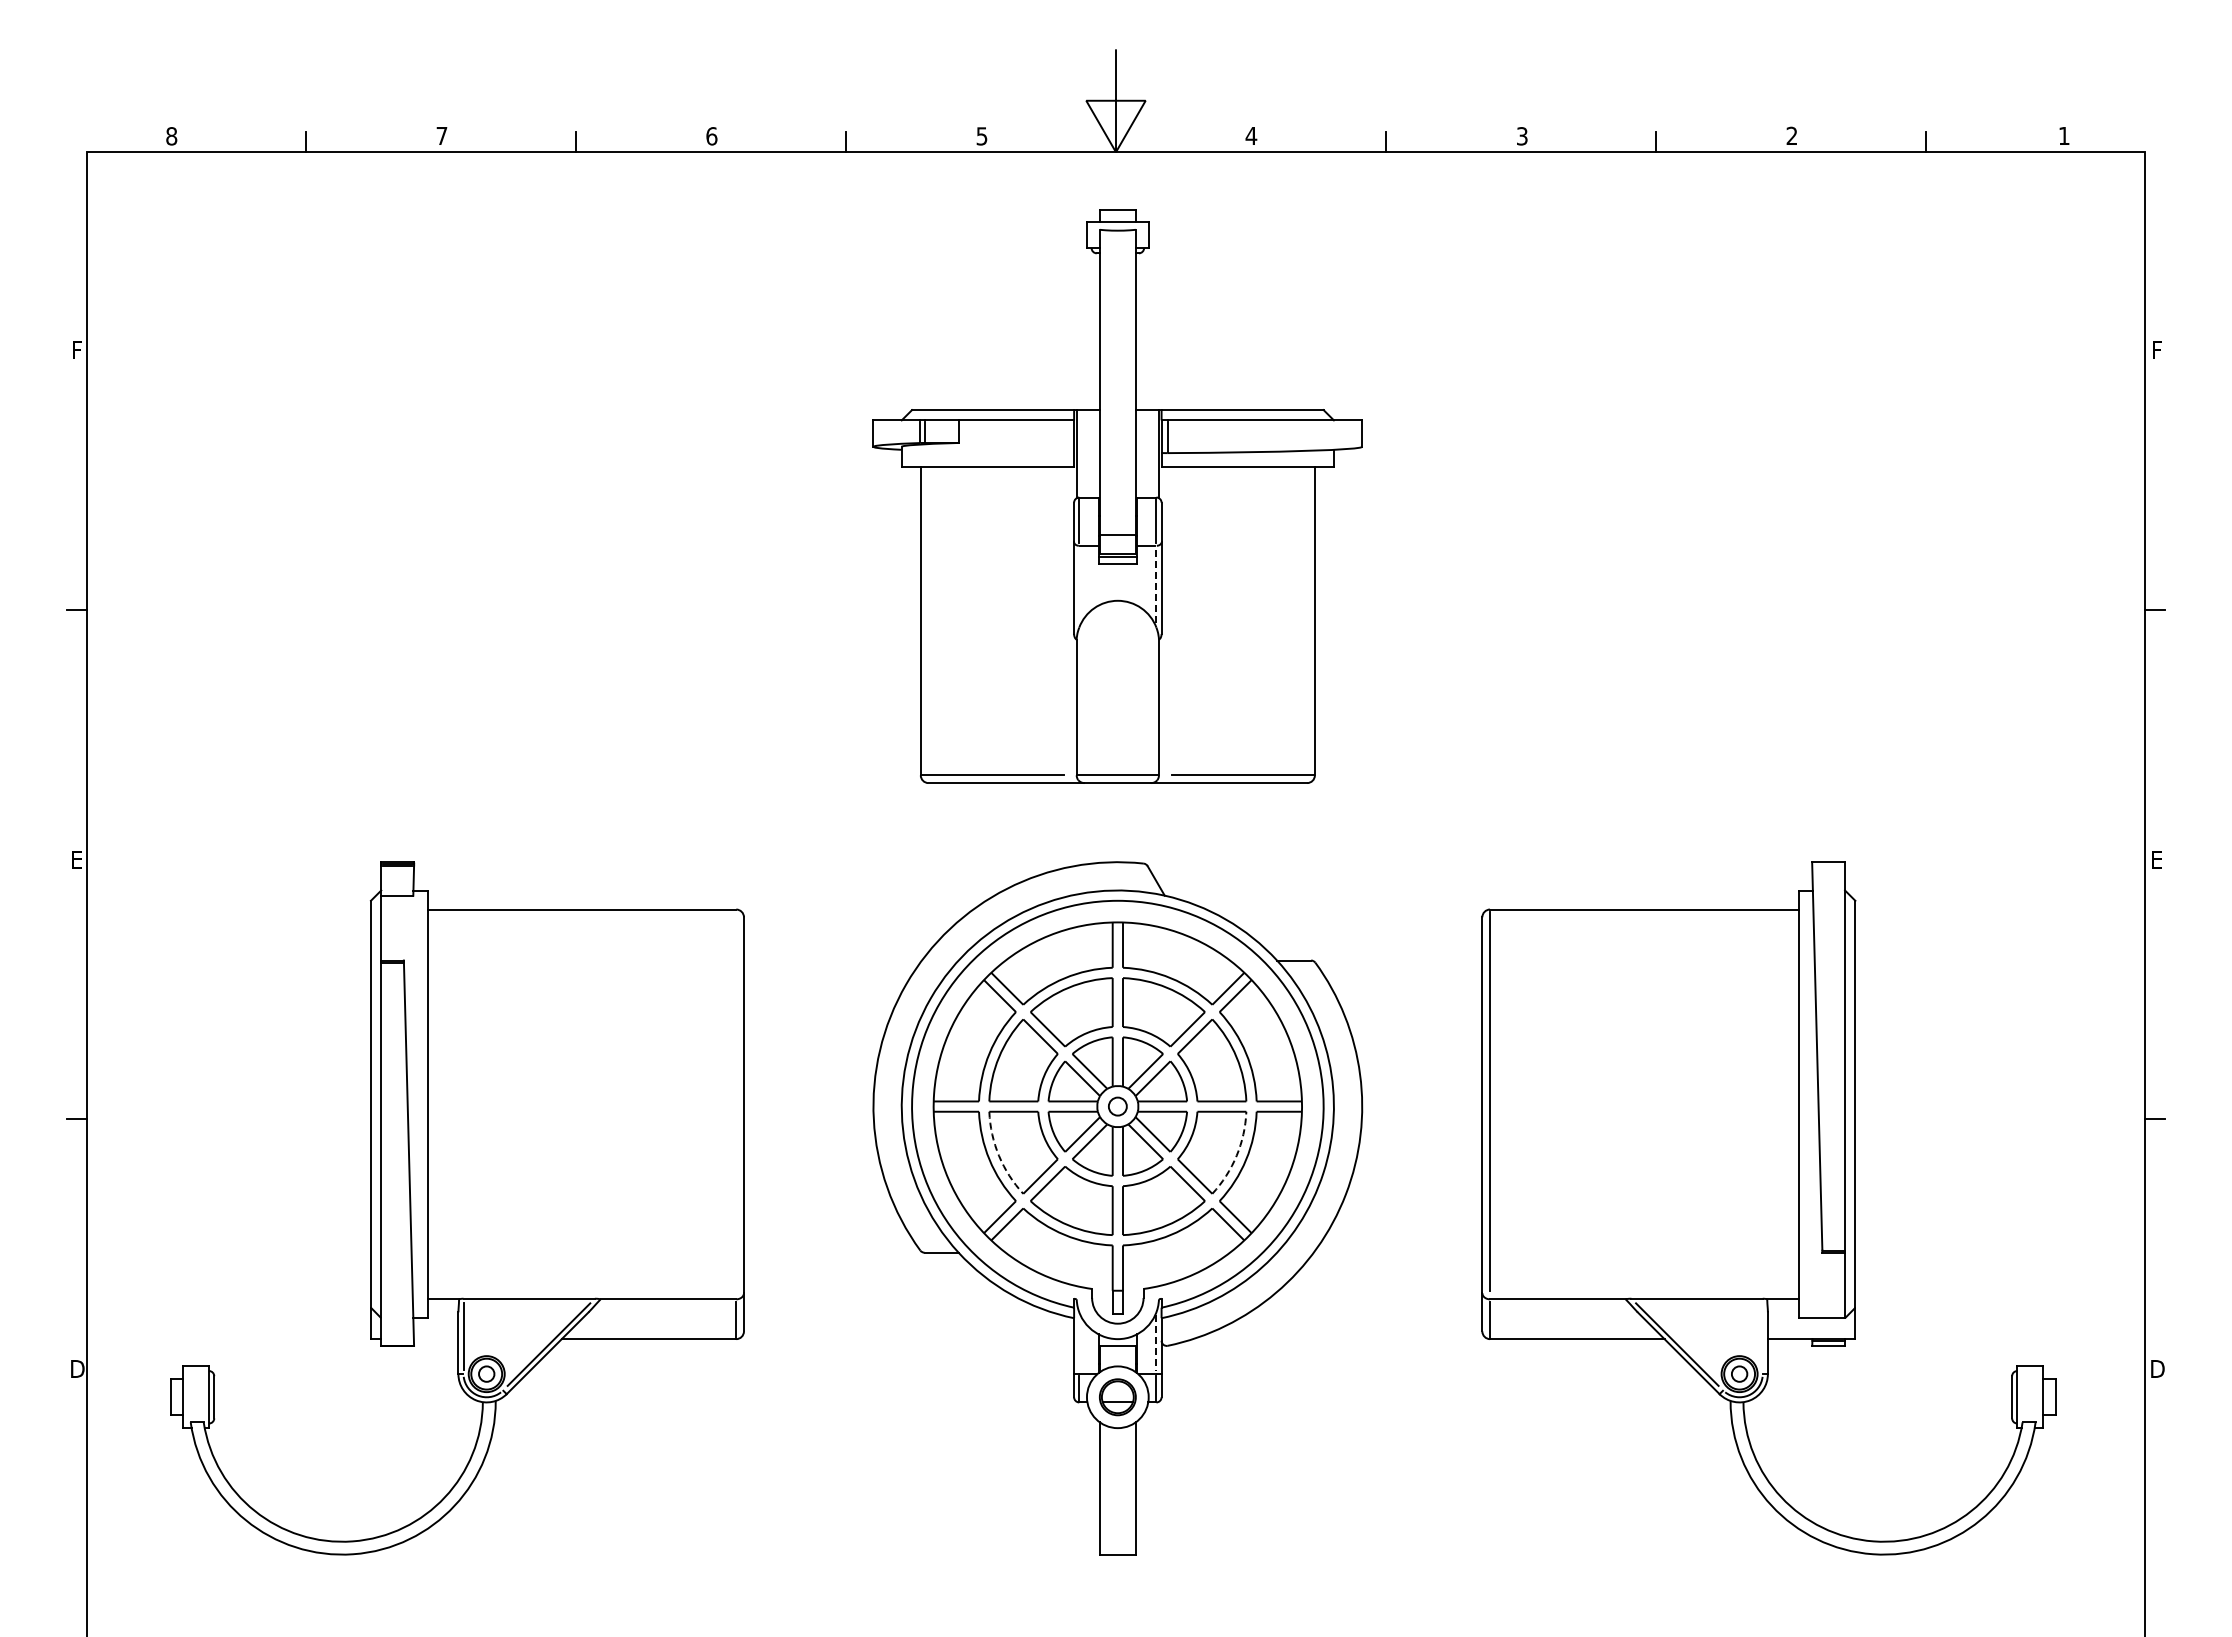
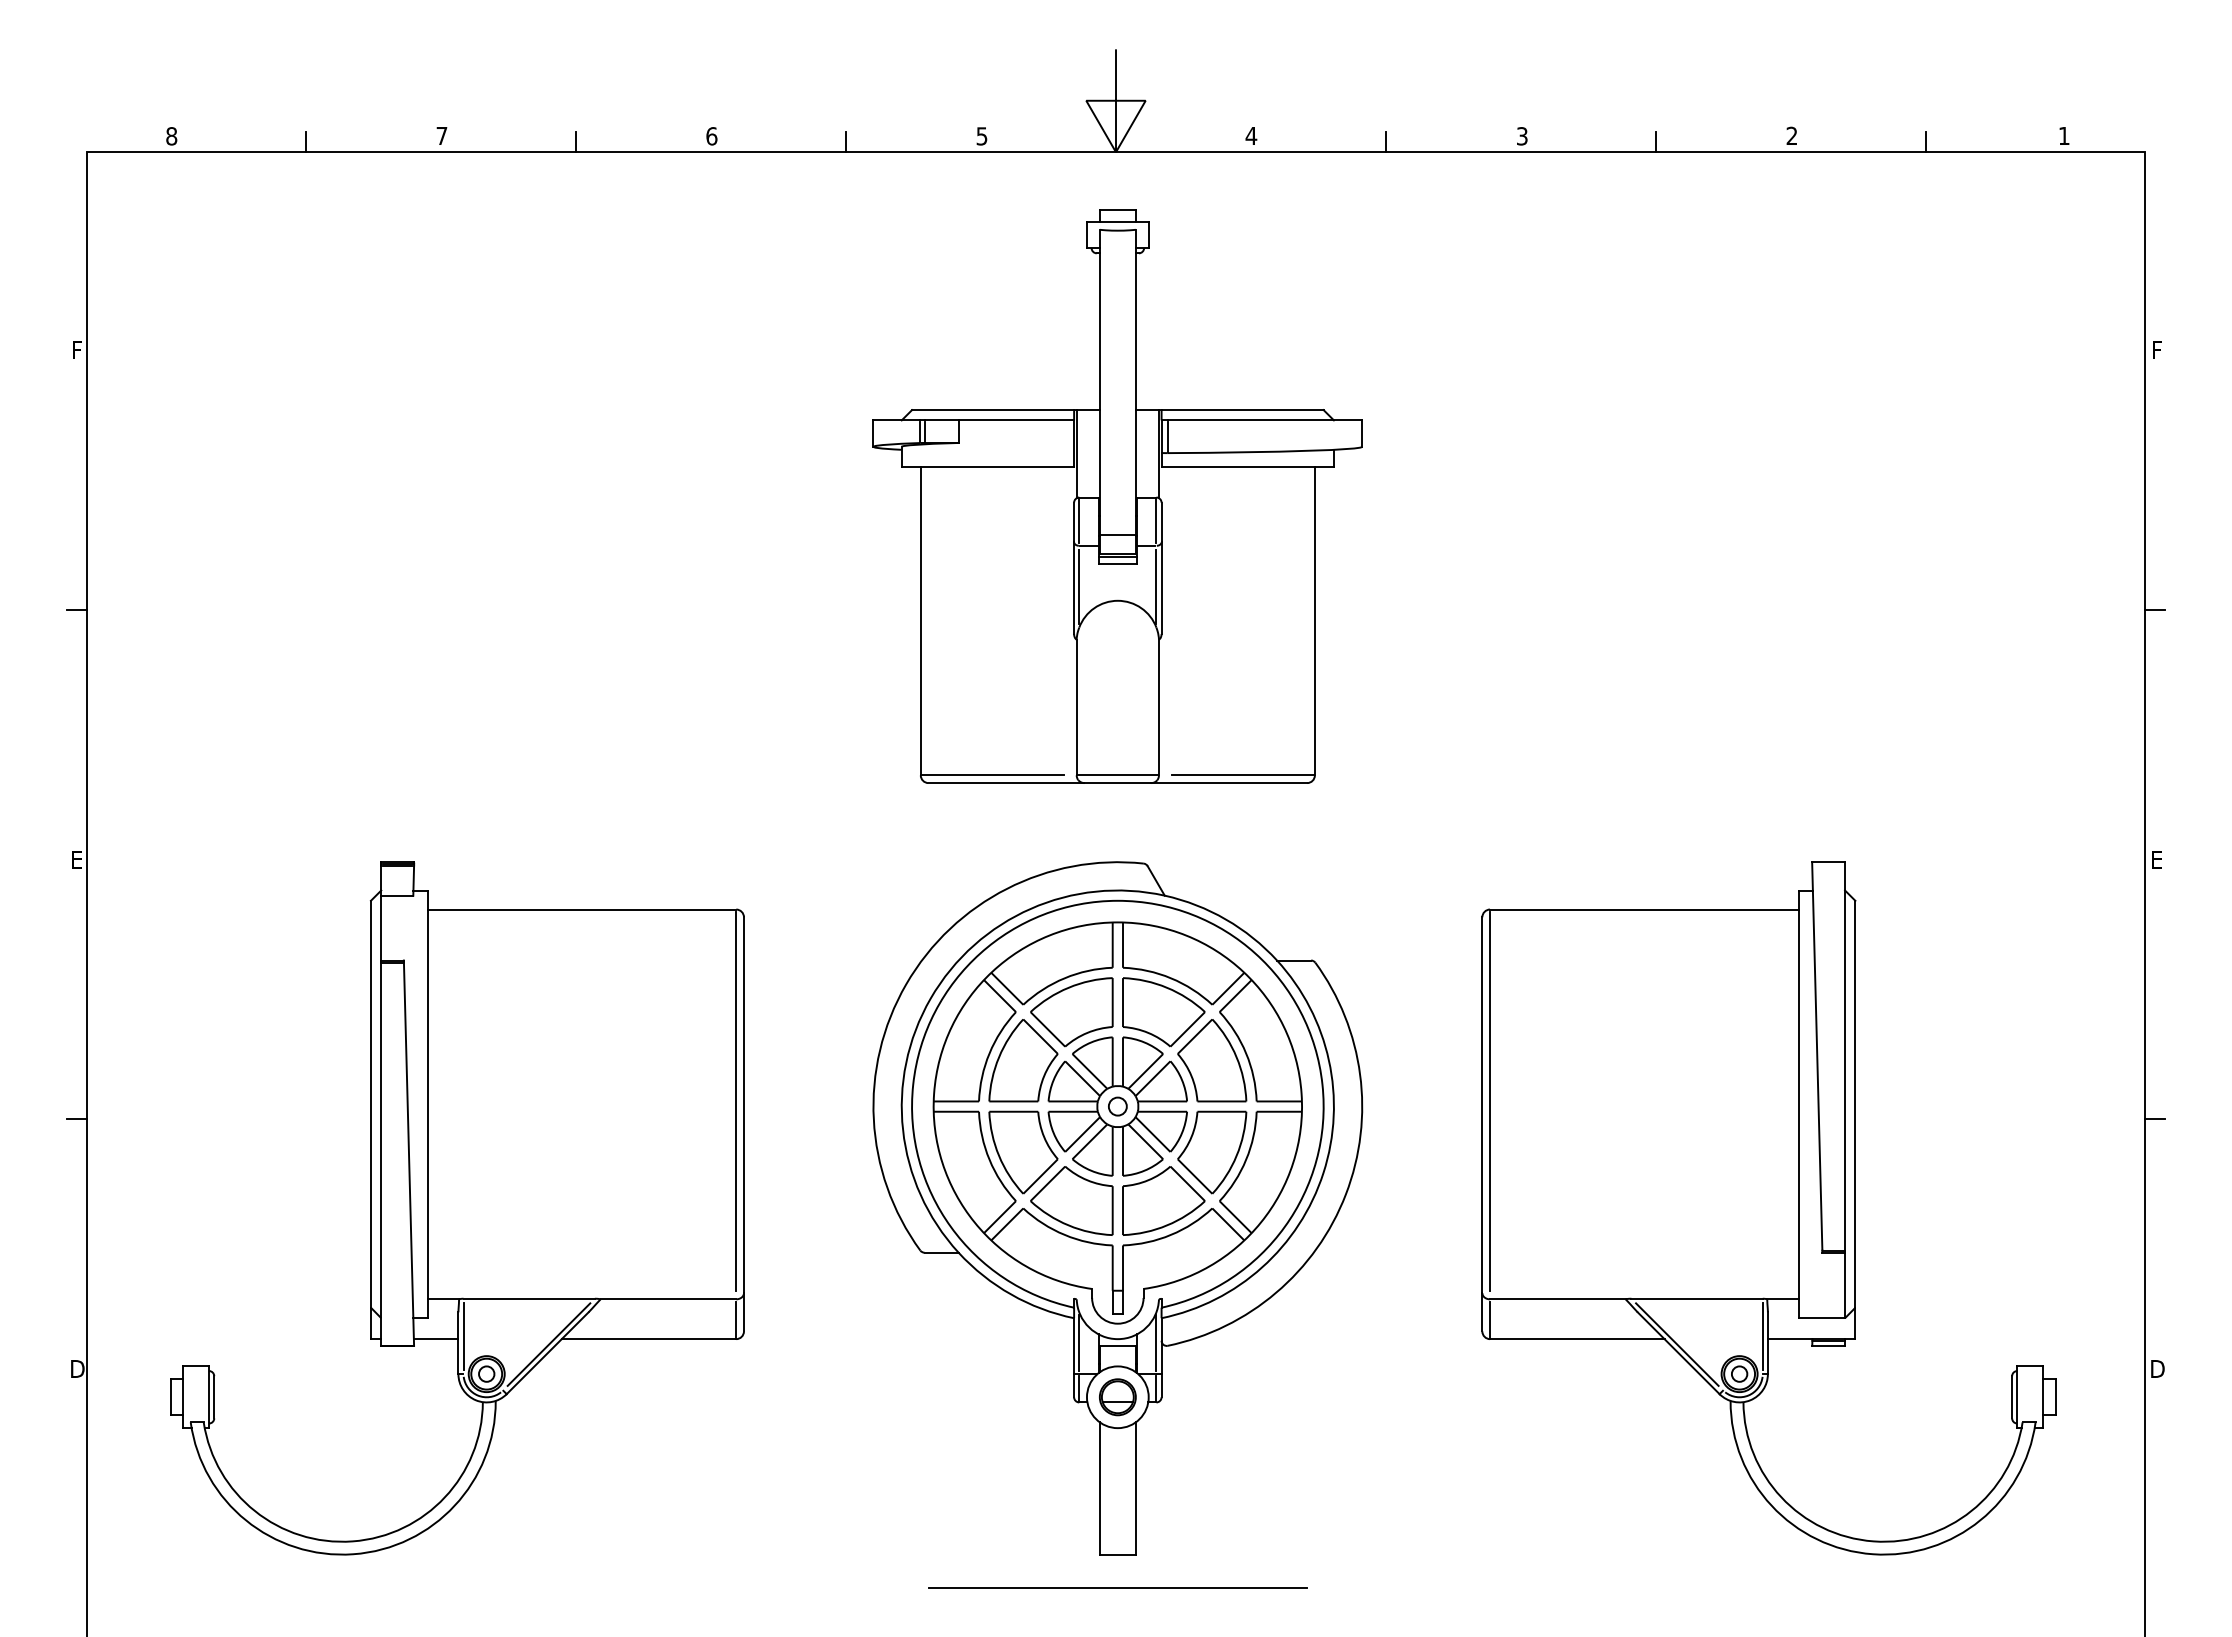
line at (1079, 586): none -> present
line at (1156, 586): dashed -> solid
line at (736, 1101): none -> present
arc at (999, 1155): dashed -> solid
arc at (1236, 1155): dashed -> solid
line at (1762, 1336): none -> present
line at (435, 1339): none -> present
line at (1079, 1343): none -> present
line at (1156, 1343): dashed -> solid
line at (1117, 1587): none -> present
